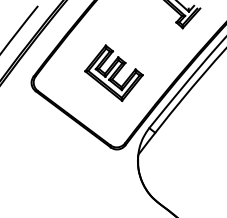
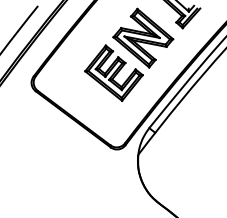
part at (143, 37): none -> present
